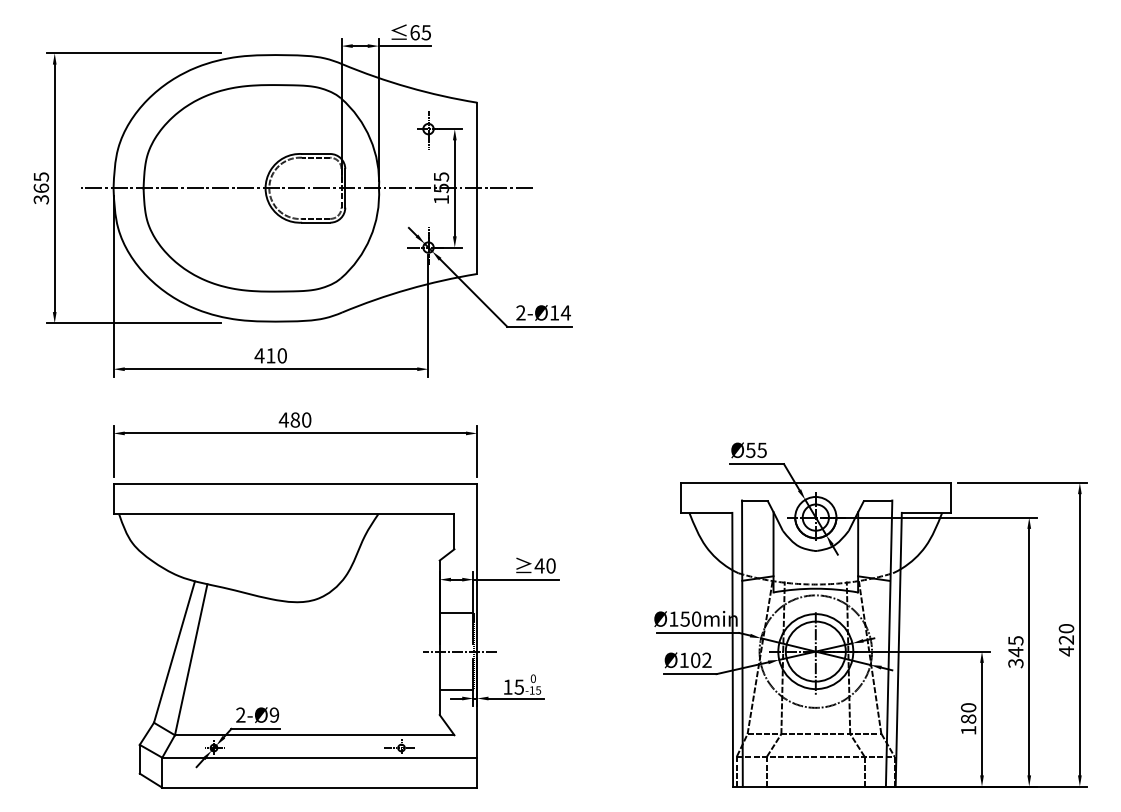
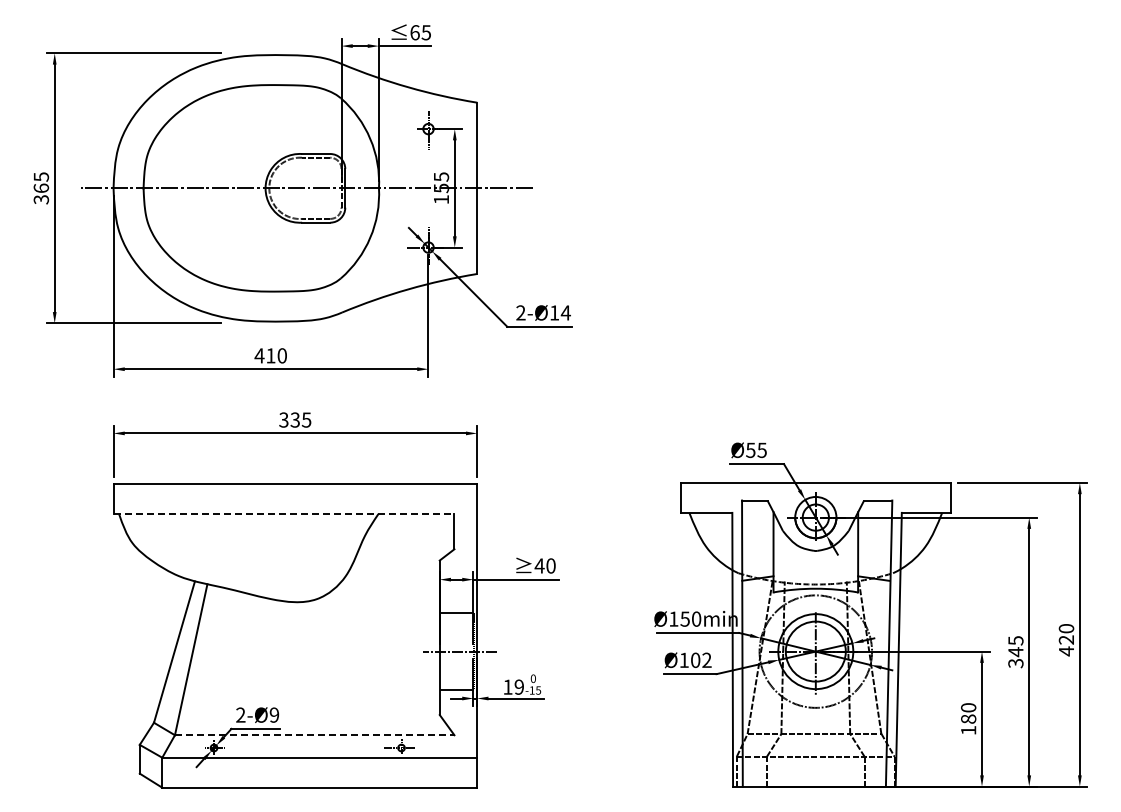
text at (294, 419): 480 -> 335
line at (284, 514): solid -> dashed
text at (518, 686): 15 -> 19
line at (314, 735): solid -> dashed
